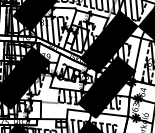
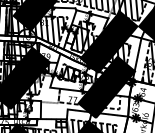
hatch at (87, 99): present -> none
